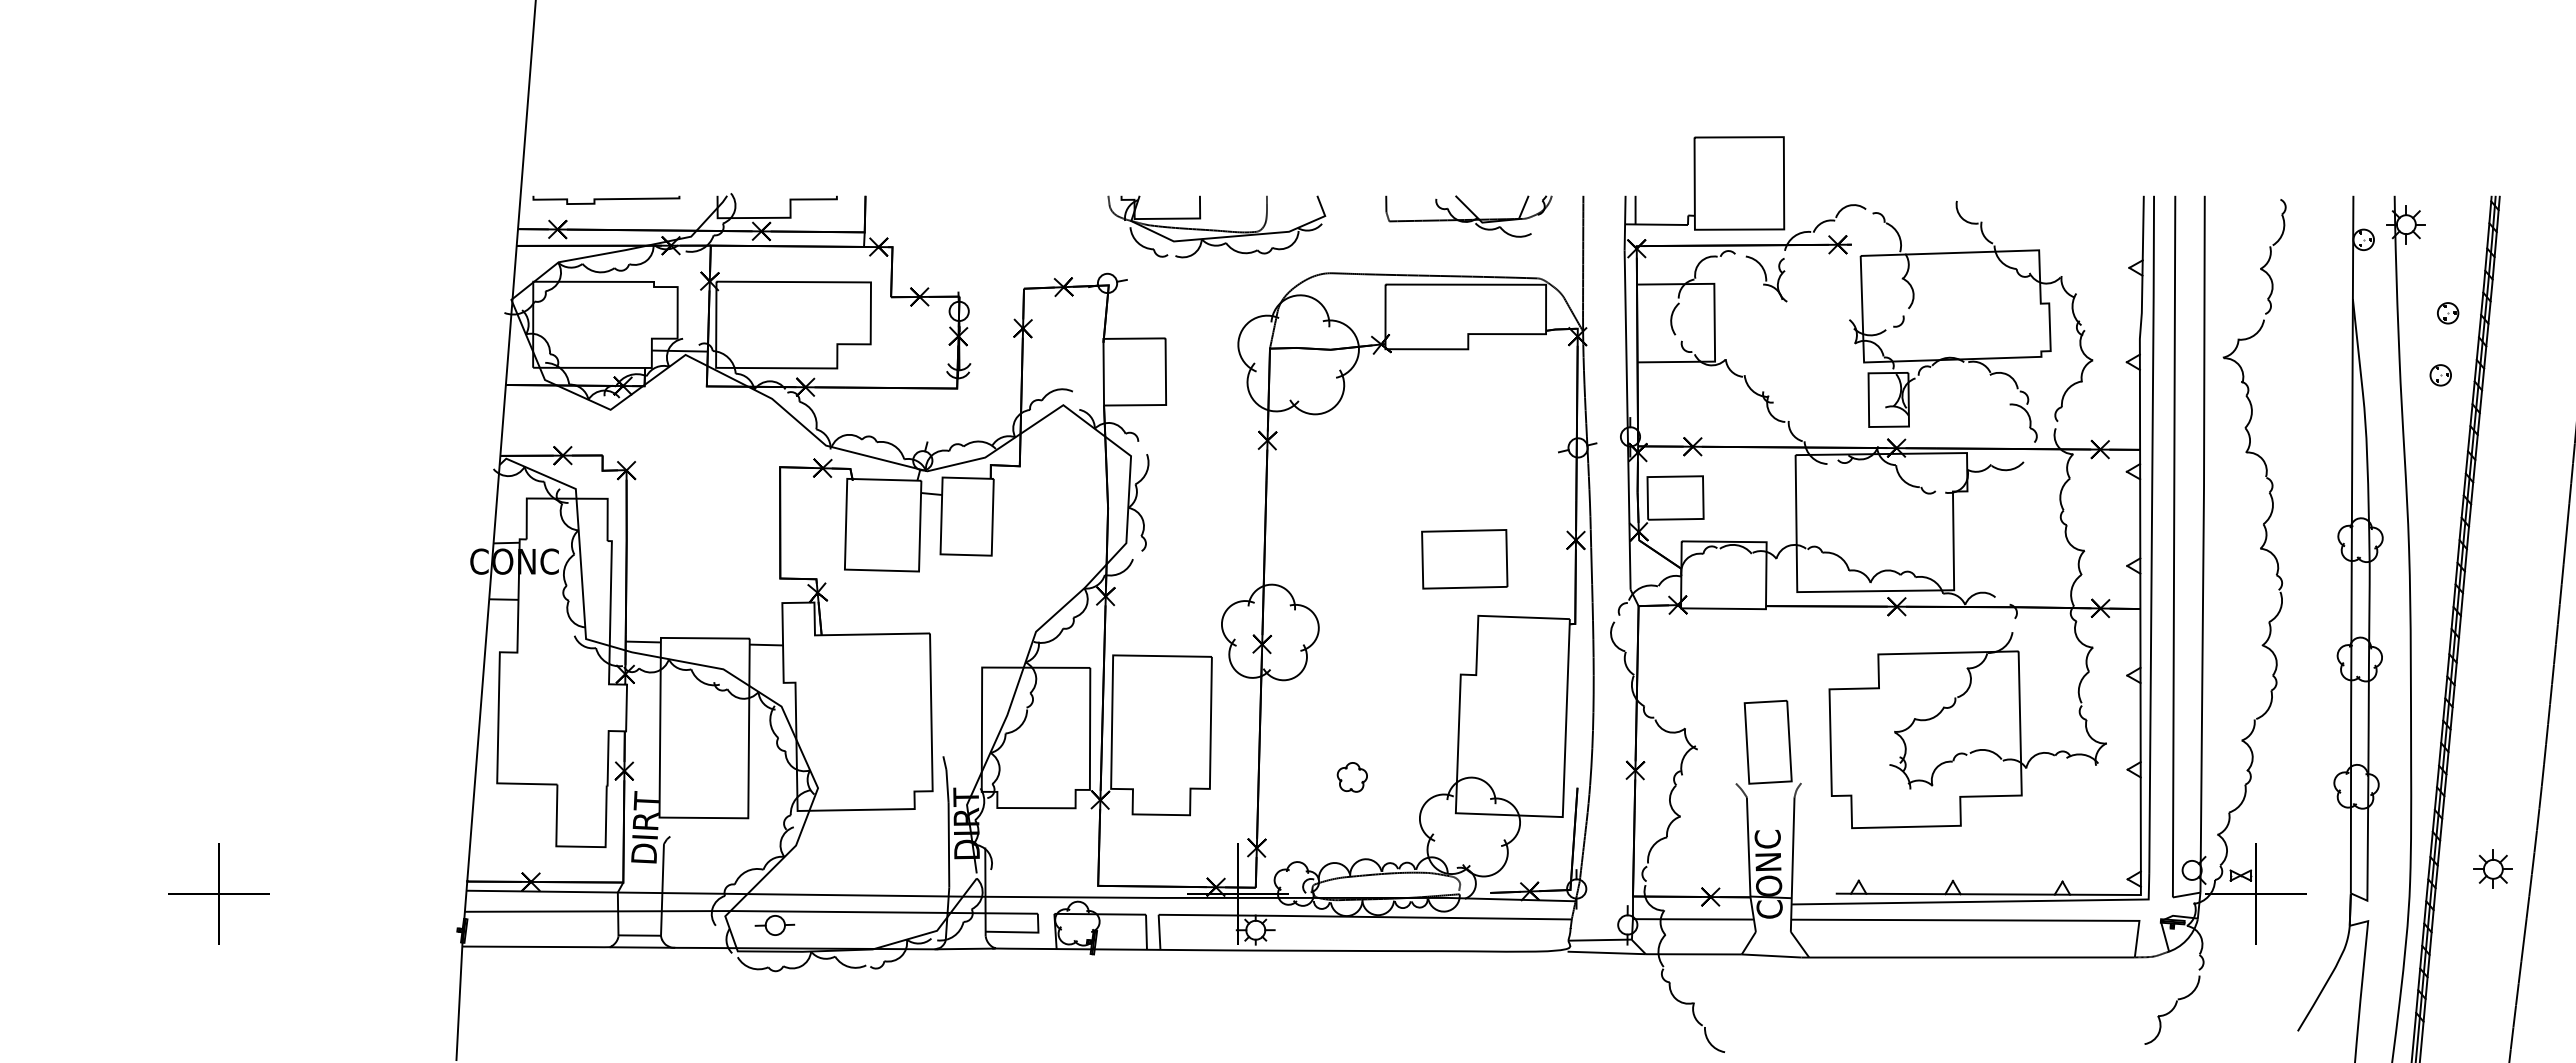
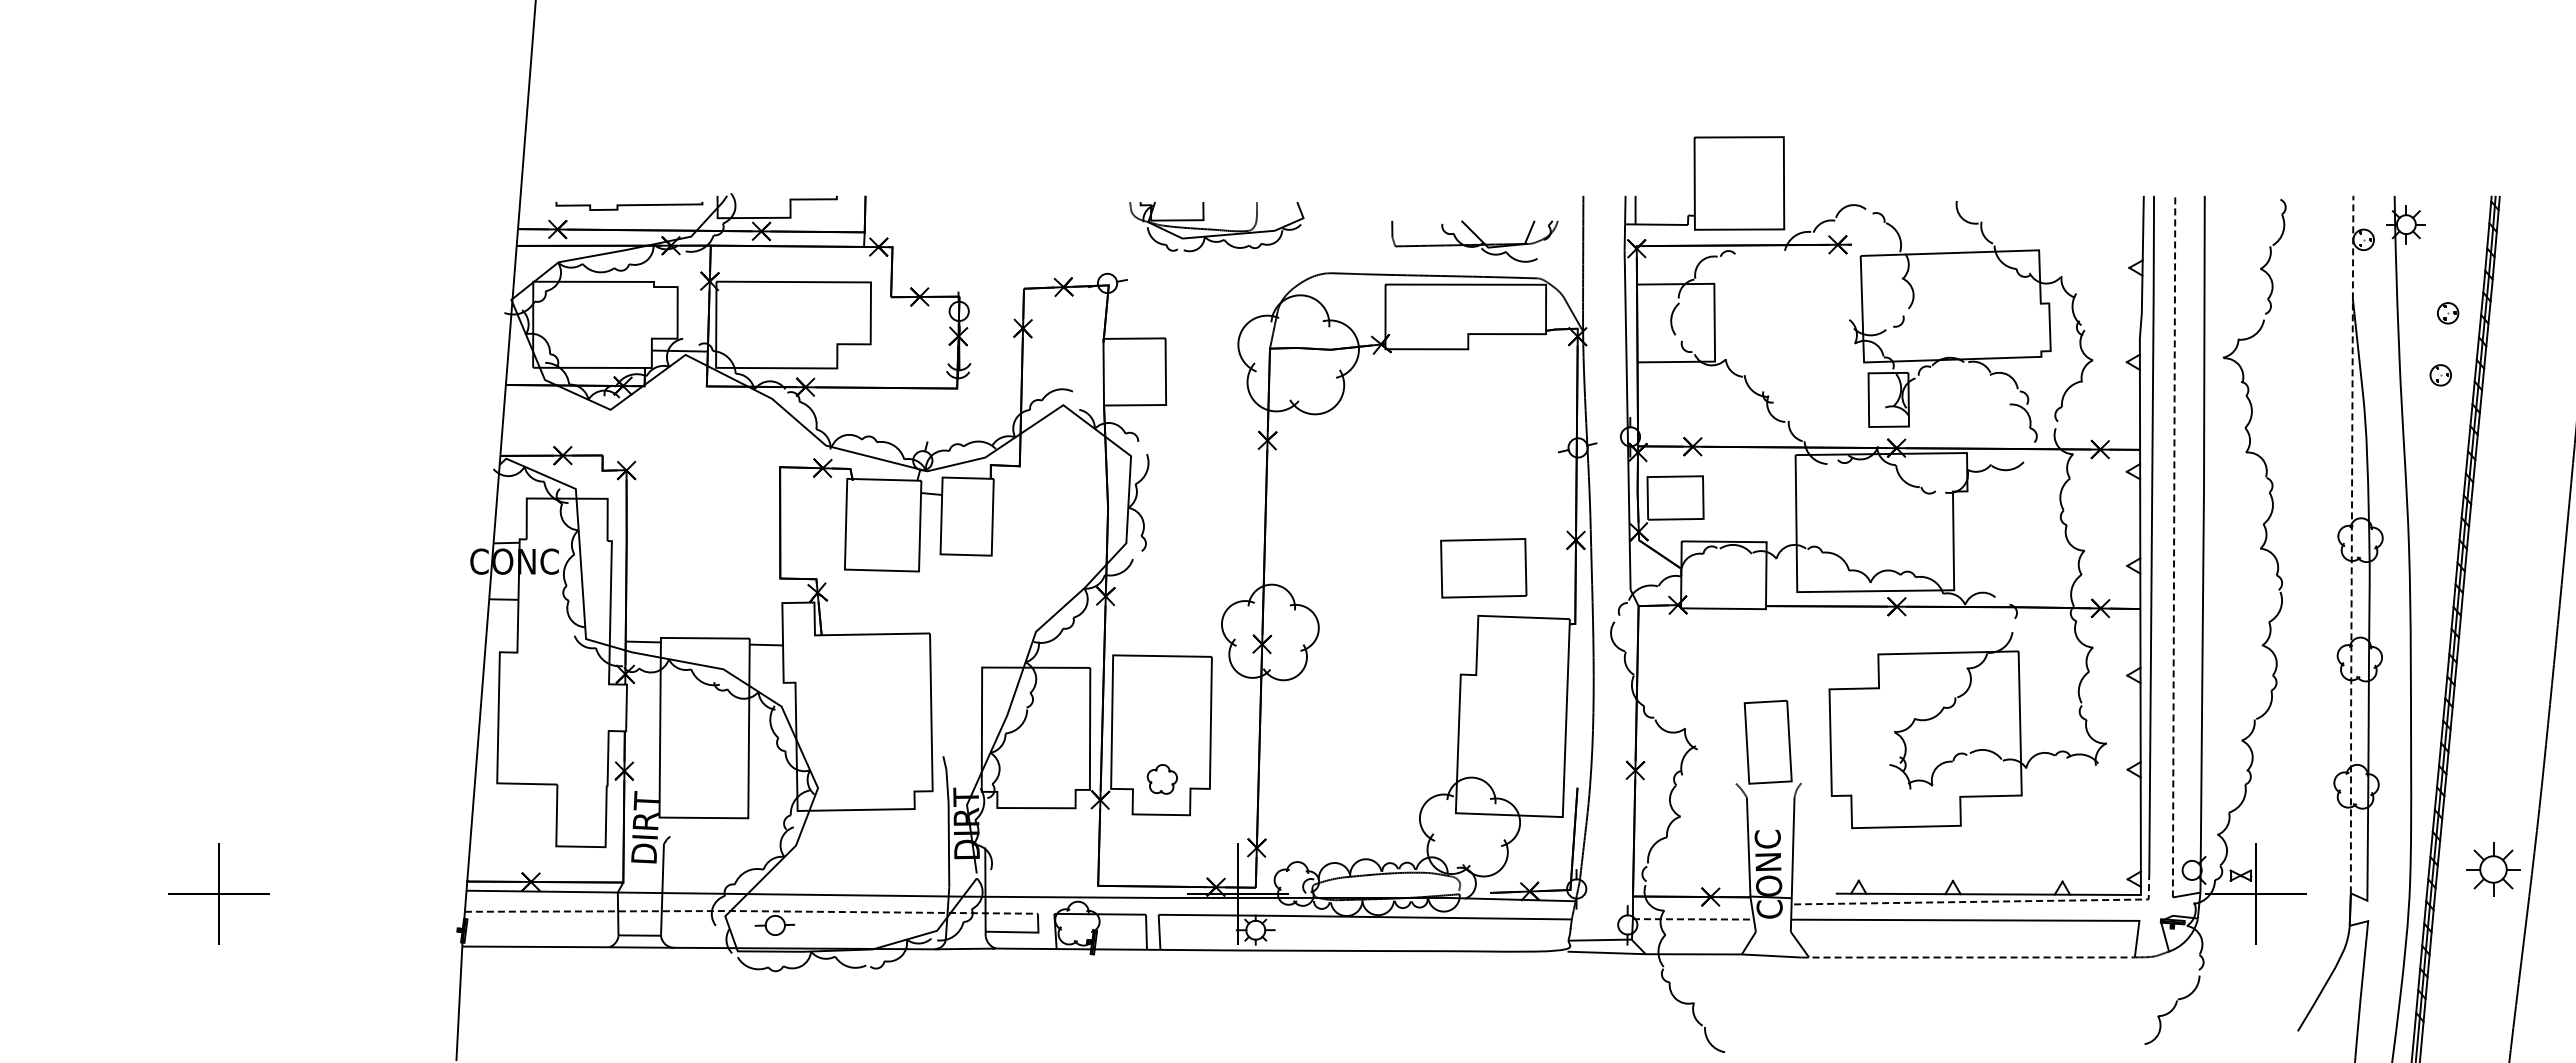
curve at (606, 199) position: (606, 199) -> (629, 205)
part at (1468, 216) position: (1468, 216) -> (1474, 241)
part at (1216, 226) size: 220x64 px -> 176x51 px
part at (1766, 278): present -> none
line at (2351, 543): solid -> dashed
line at (2174, 546): solid -> dashed
part at (1464, 559) position: (1464, 559) -> (1483, 568)
part at (1351, 777) position: (1351, 777) -> (1161, 779)
part at (2492, 868) size: 40x40 px -> 55x55 px
line at (1983, 901): solid -> dashed
line at (751, 911): solid -> dashed
line at (1693, 919): solid -> dashed
line at (1968, 957): solid -> dashed
